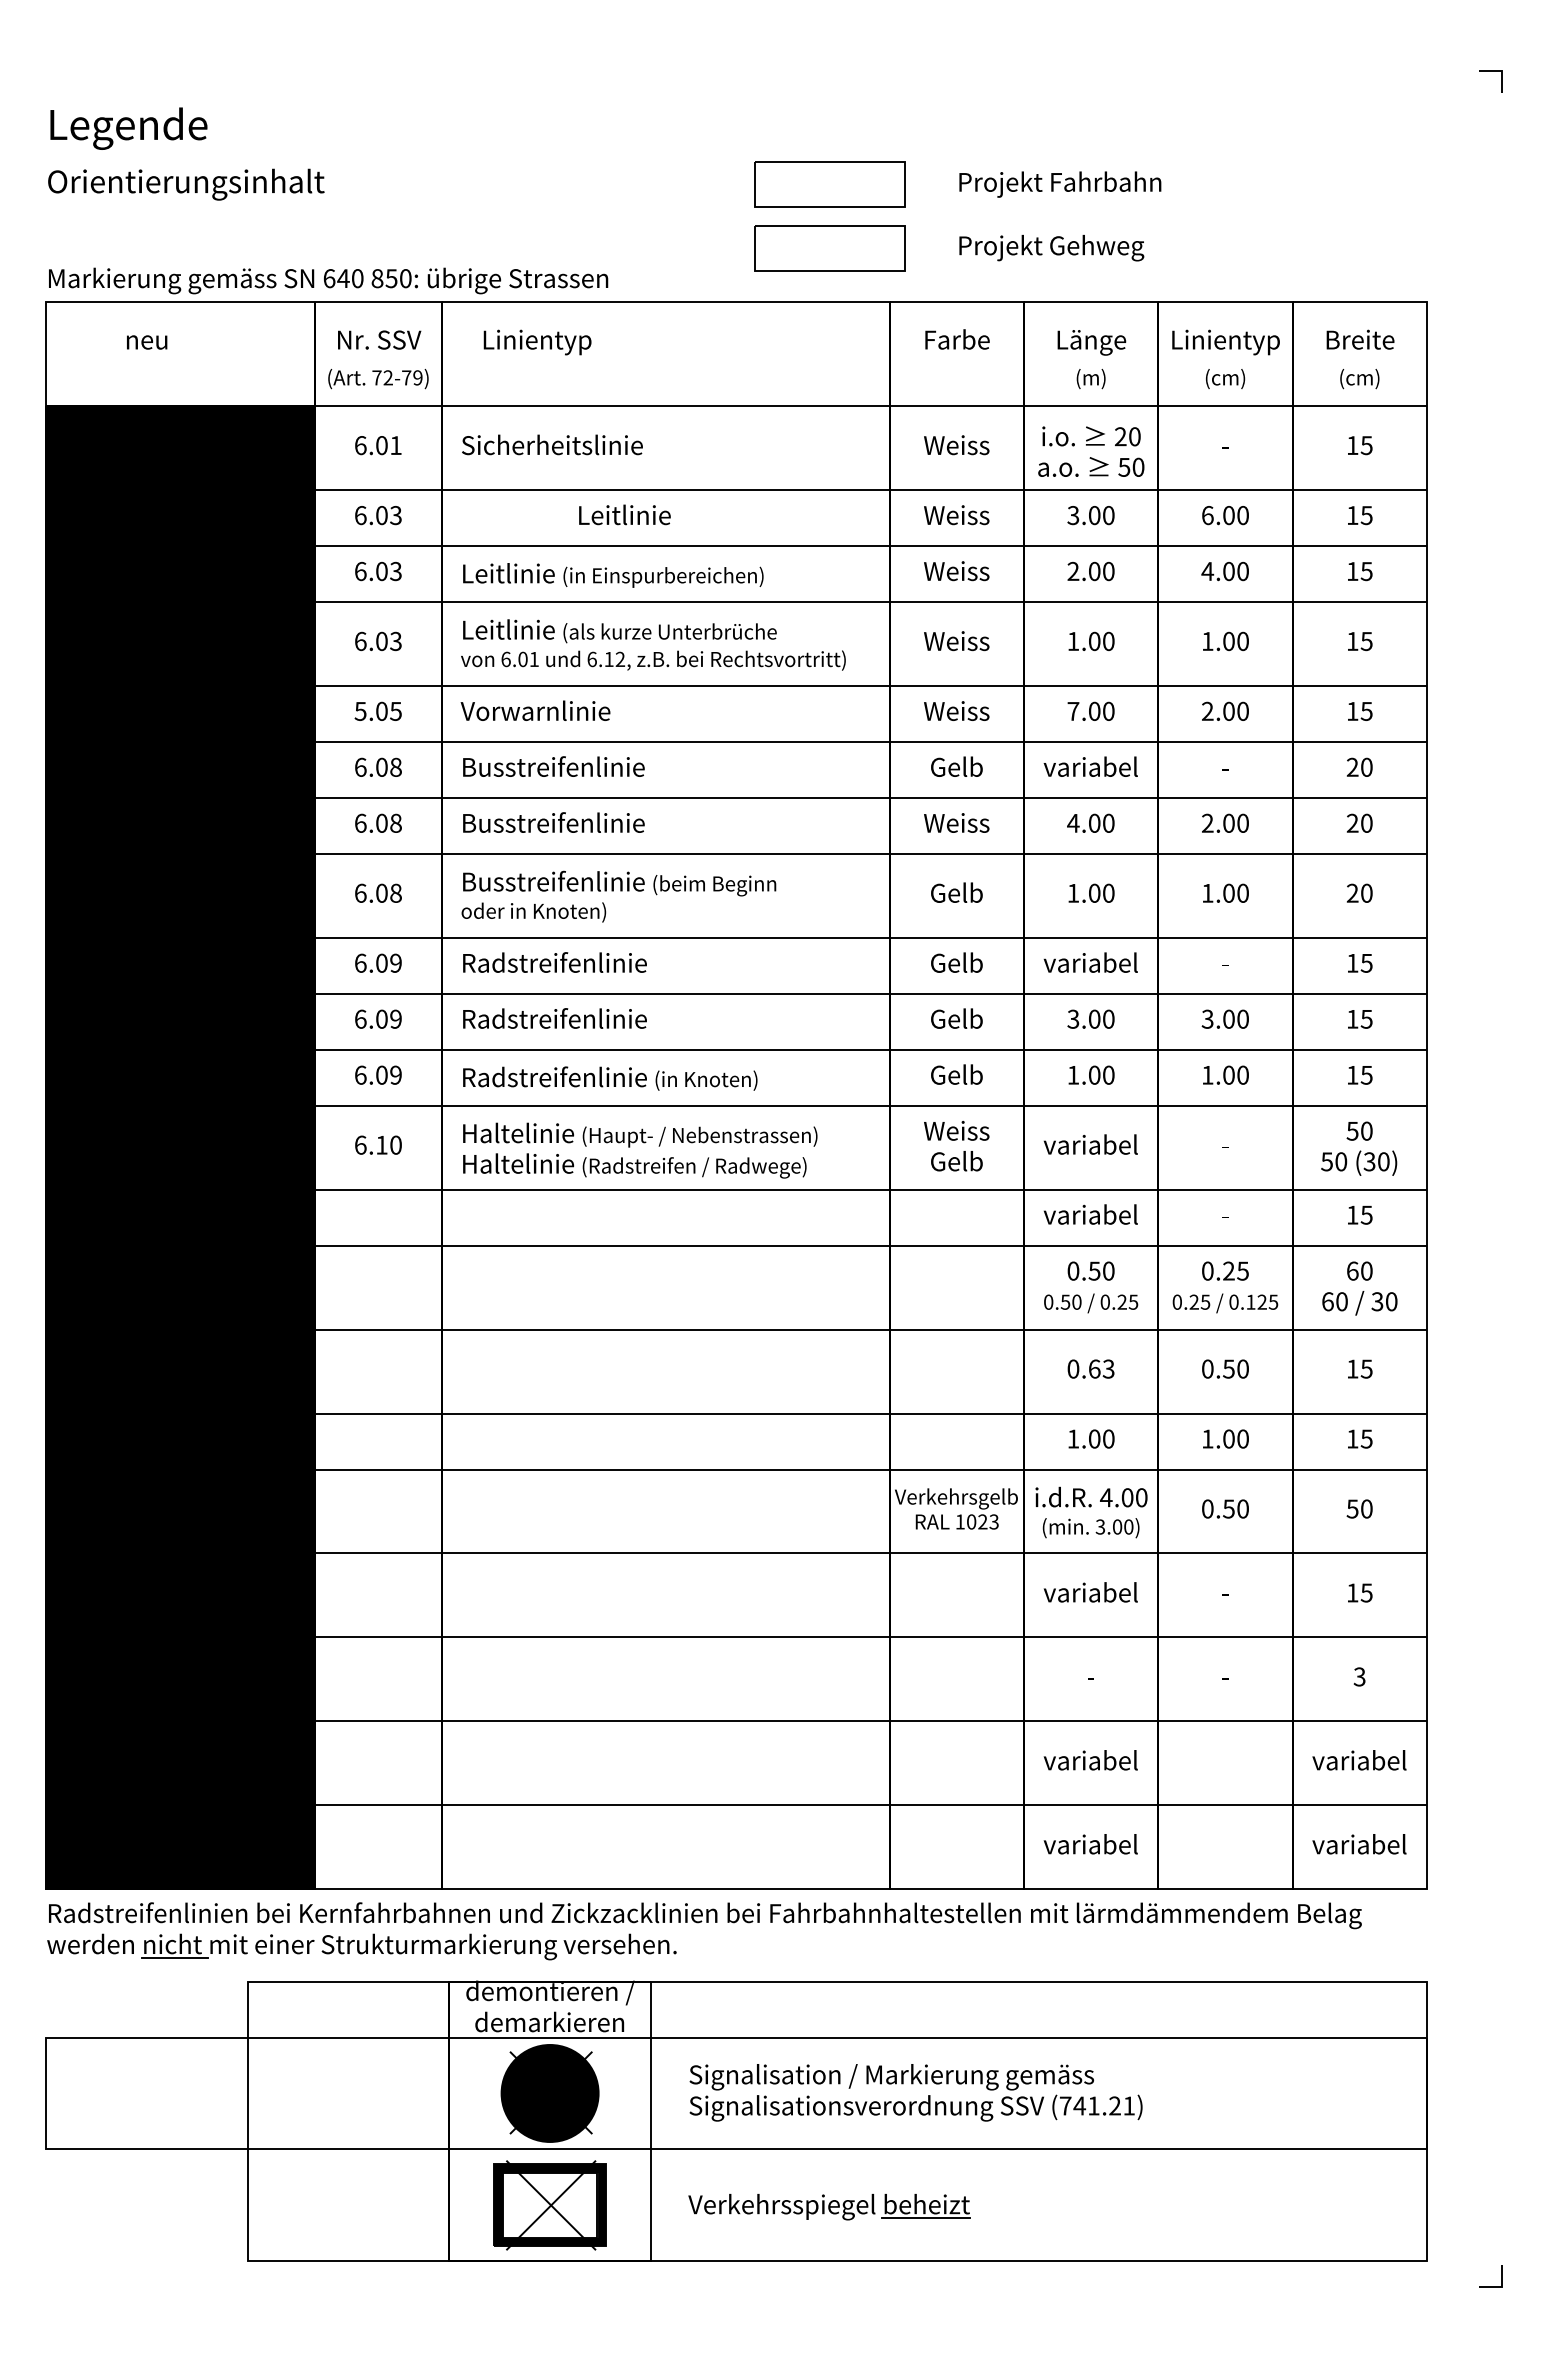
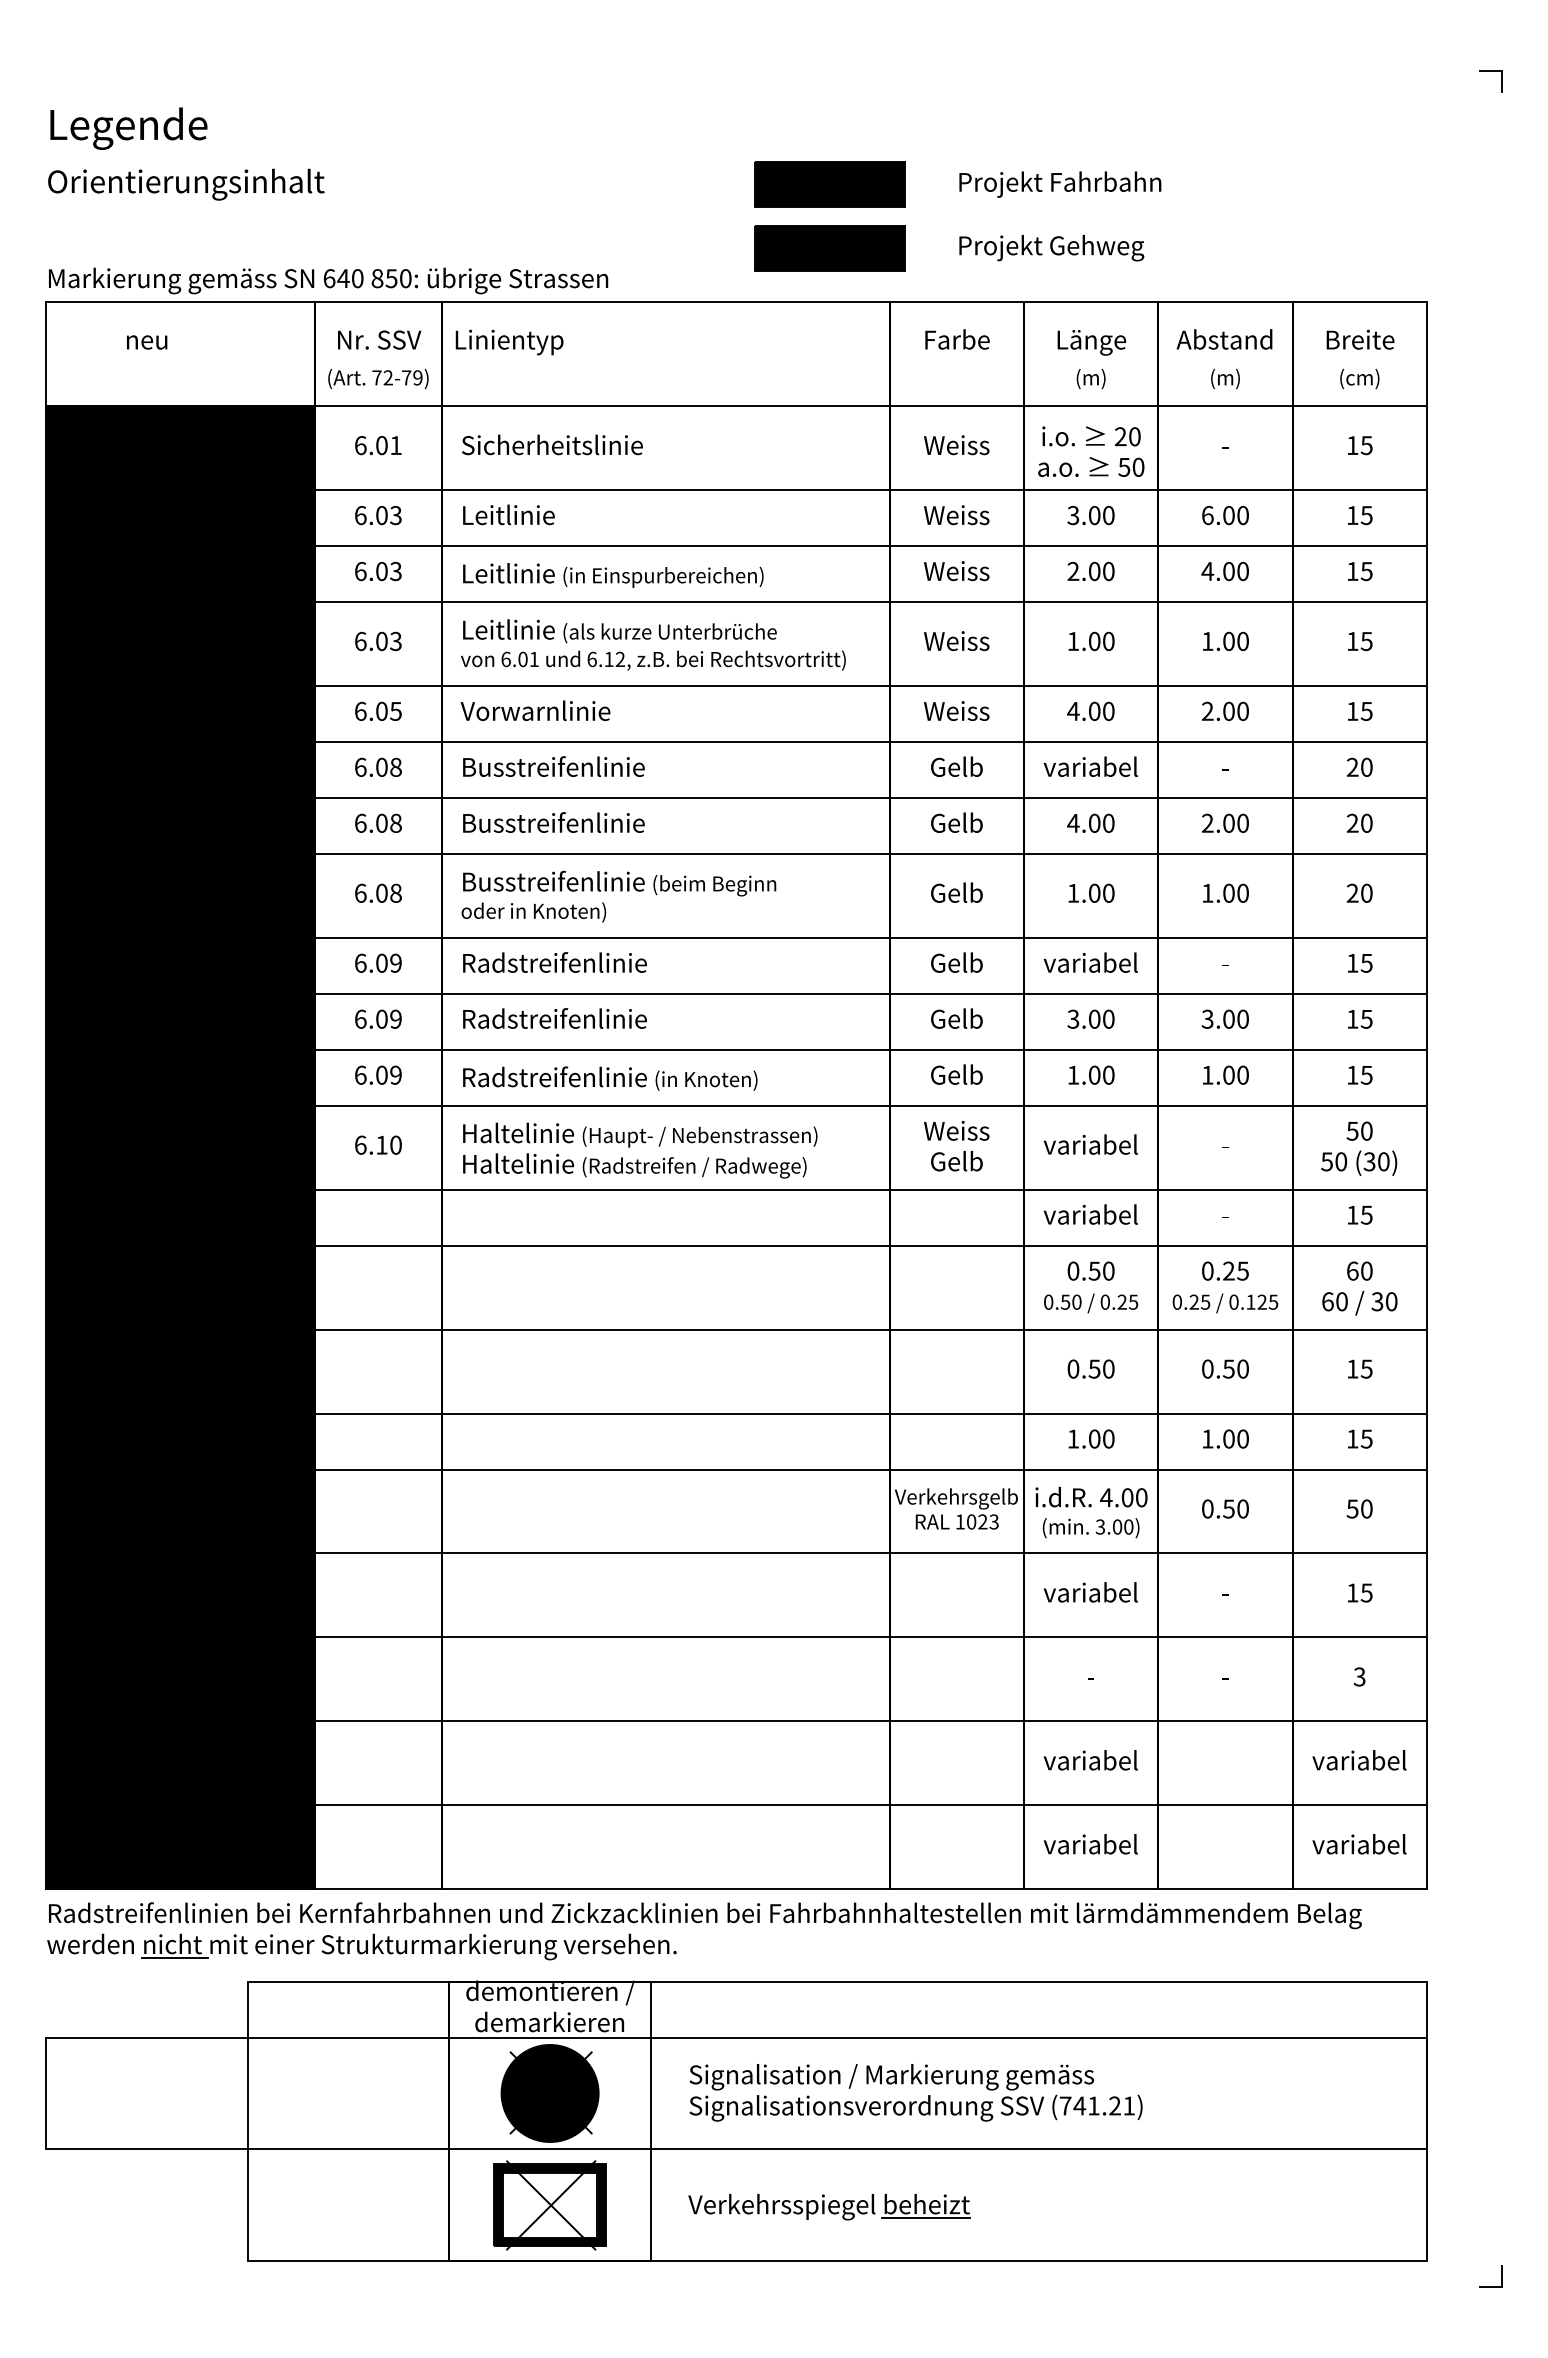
fill at (829, 184): none -> present
fill at (829, 247): none -> present
text at (537, 342) position: (537, 342) -> (509, 342)
text at (1225, 342): Linientyp -> Abstand
text at (1225, 378): (cm) -> (m)
text at (624, 514) position: (624, 514) -> (508, 514)
text at (360, 710): 5.05 -> 6.05
text at (1073, 711): 7.00 -> 4.00
text at (956, 822): Weiss -> Gelb
text at (1101, 1368): 0.63 -> 0.50
